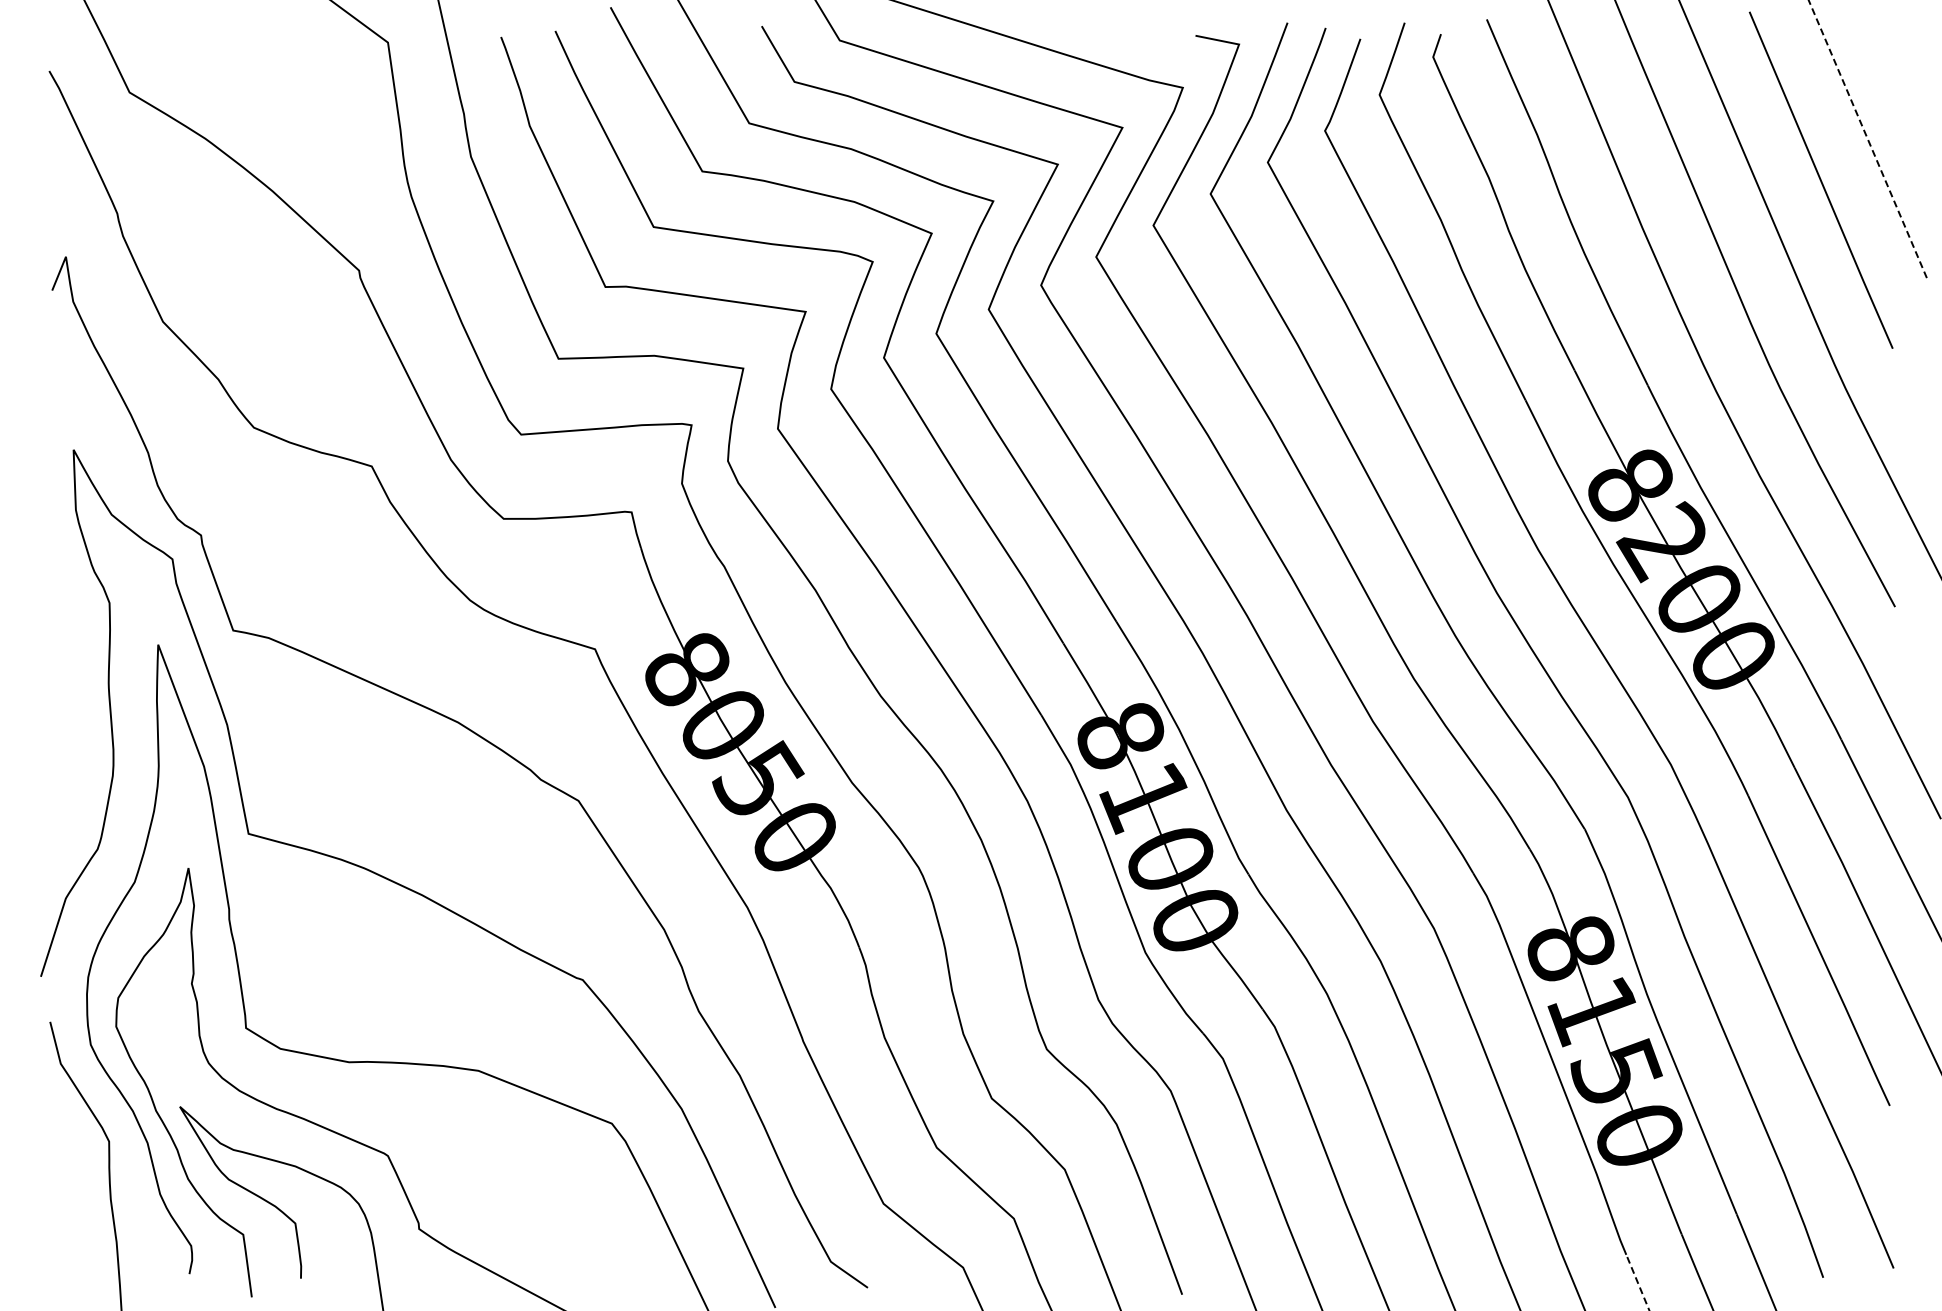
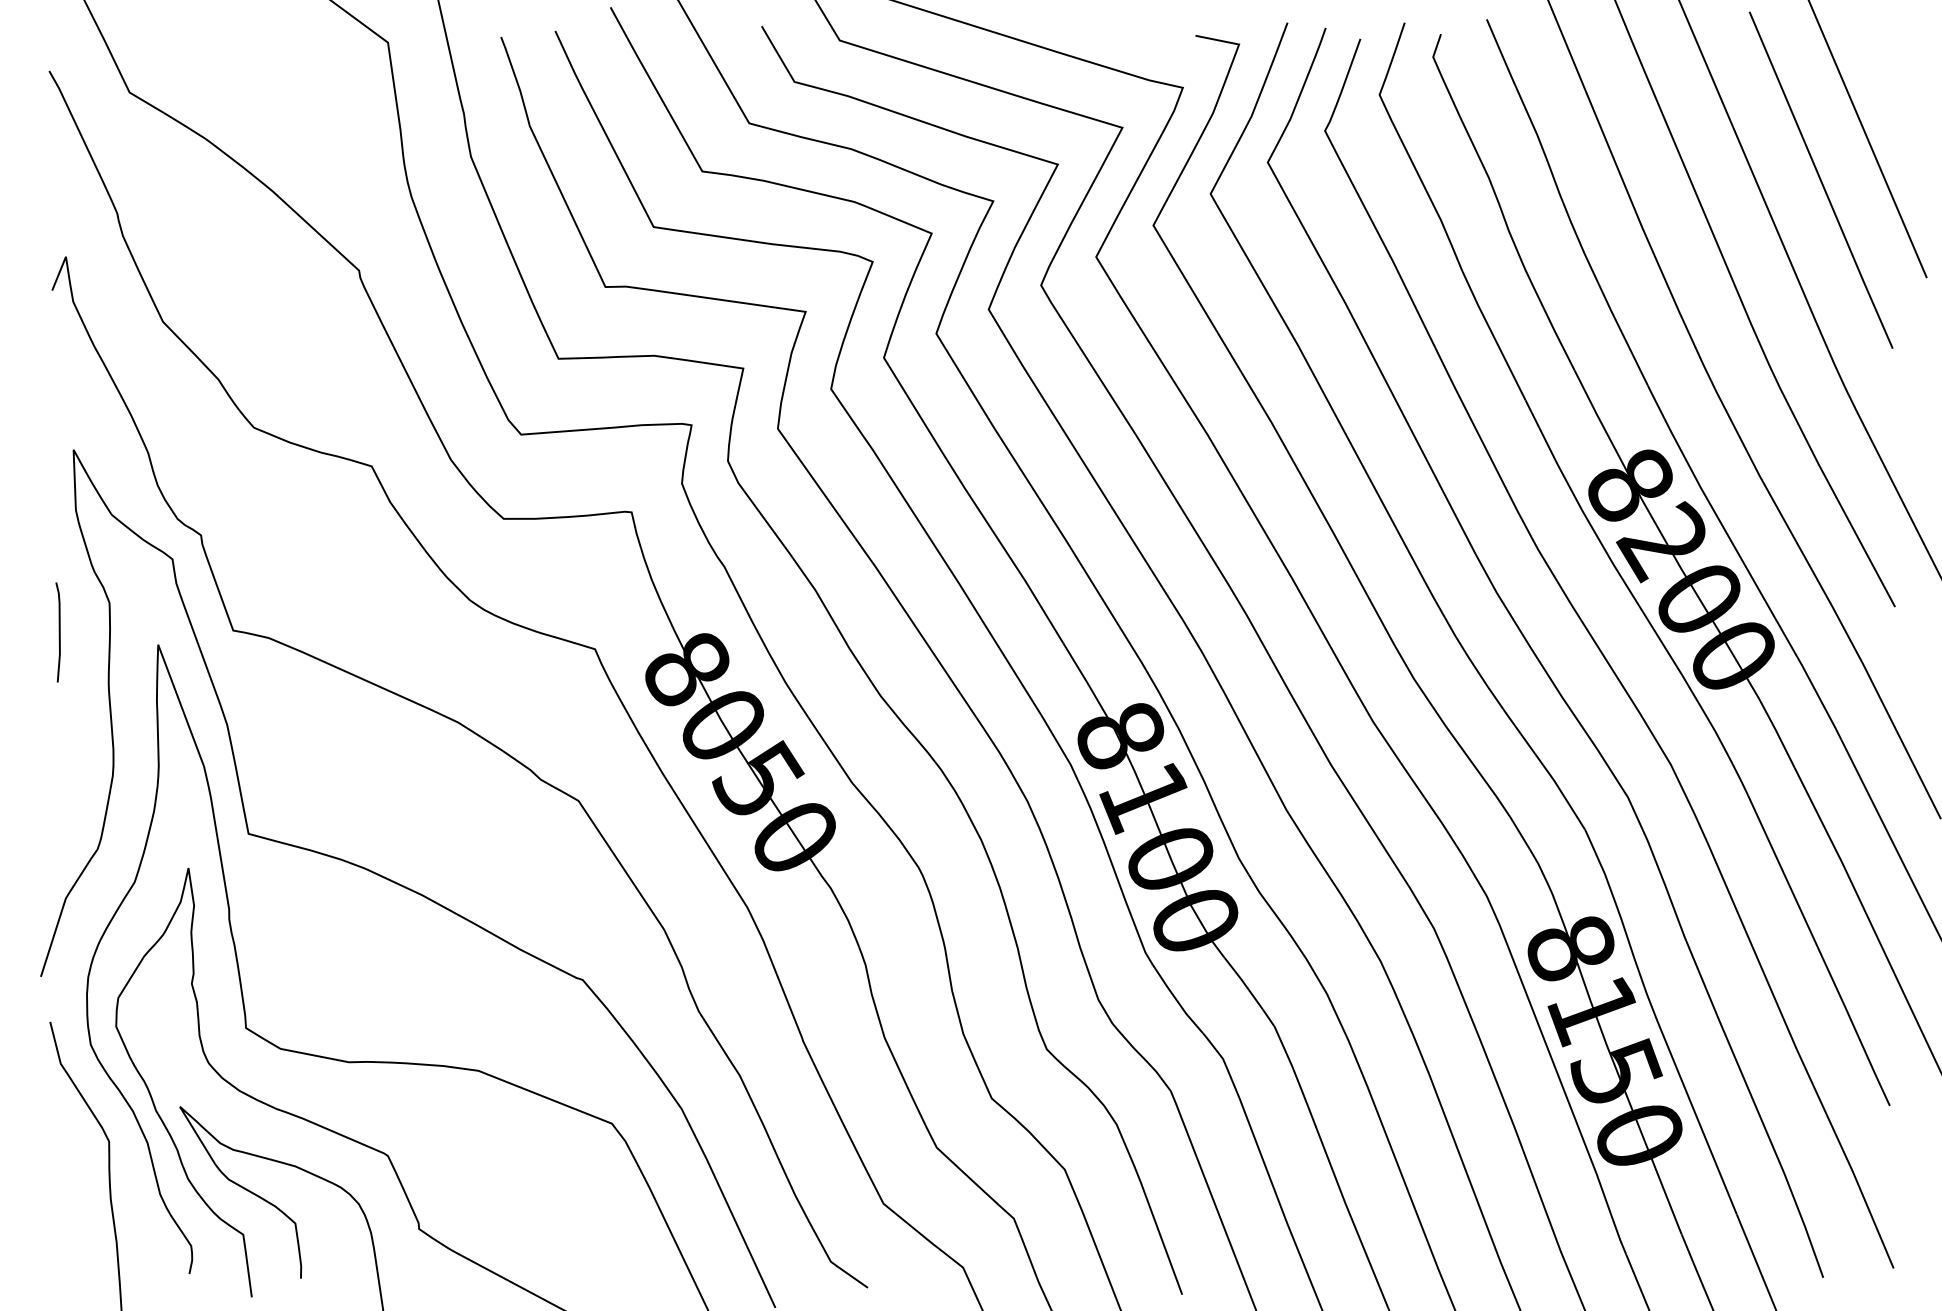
line at (1867, 139): dashed -> solid
line at (58, 632): none -> present
line at (1637, 1282): dashed -> solid
